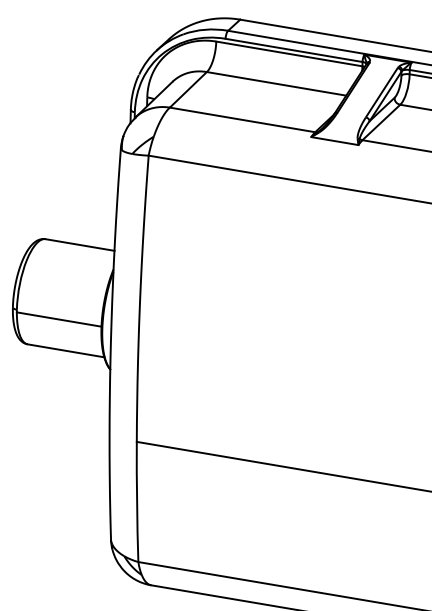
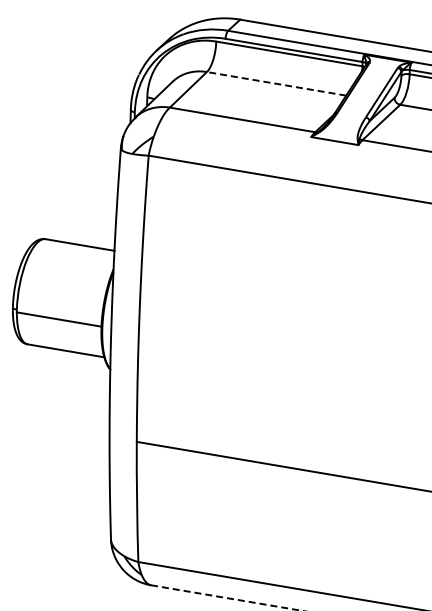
line at (276, 83): solid -> dashed
line at (226, 598): solid -> dashed
